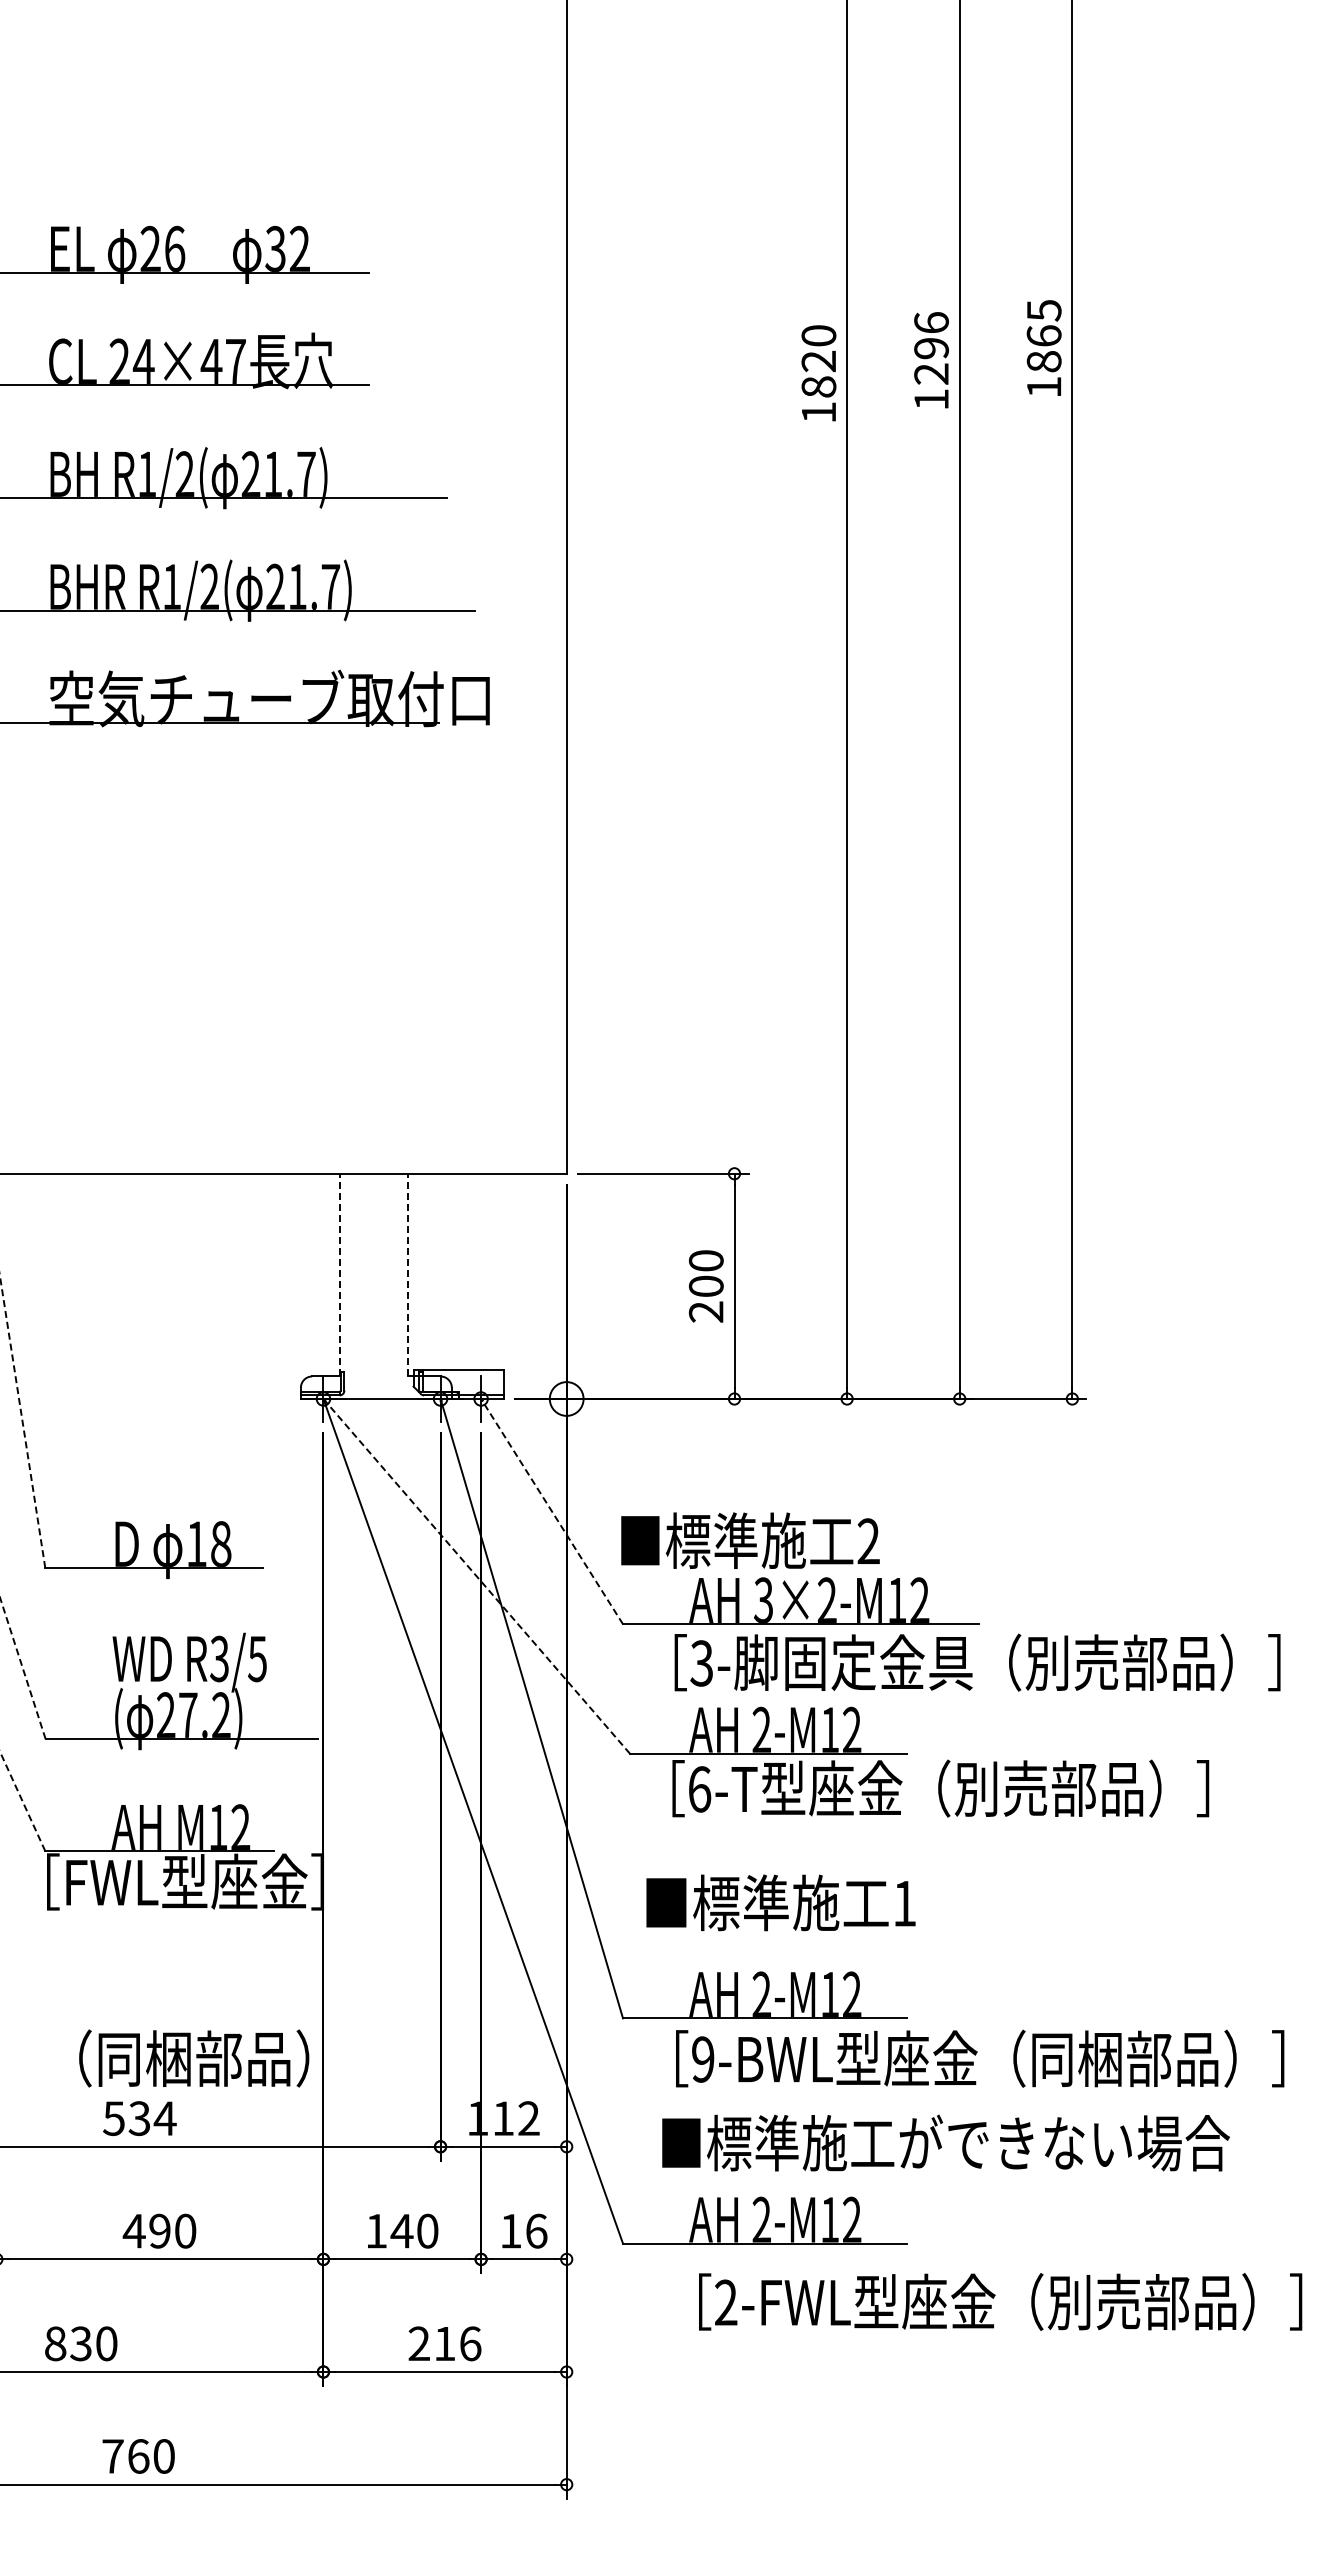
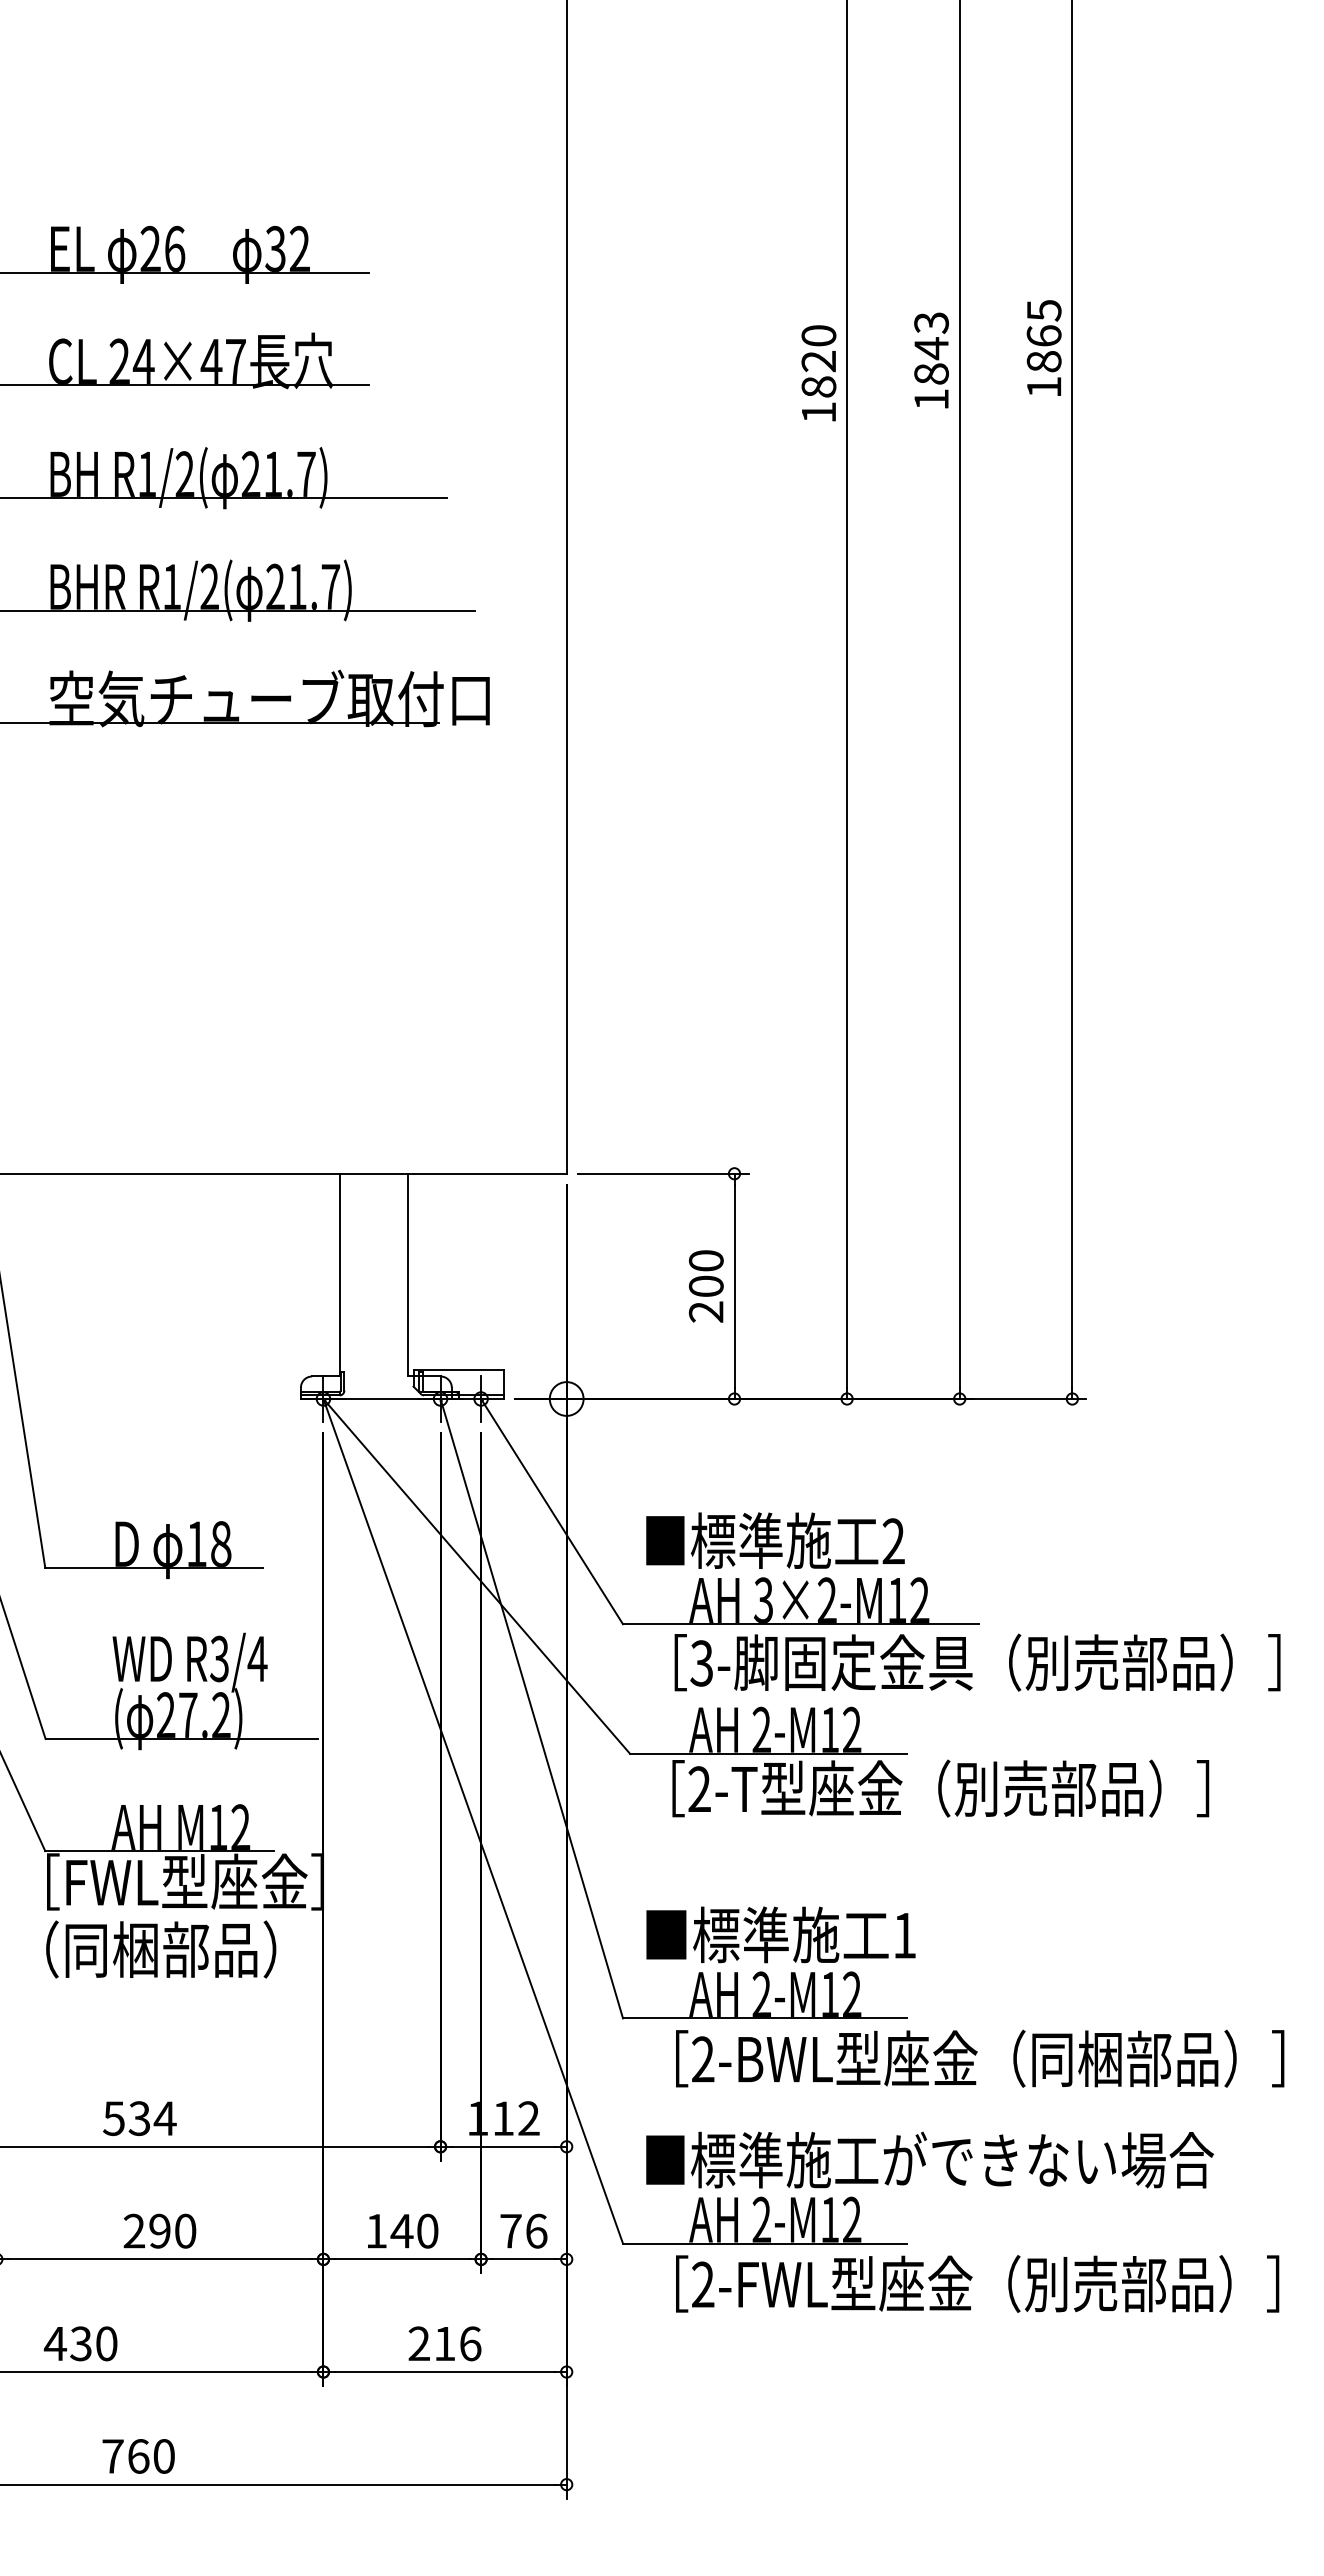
text at (931, 348): 1296 -> 1843
line at (339, 1274): dashed -> solid
line at (408, 1274): dashed -> solid
line at (22, 1421): dashed -> solid
line at (551, 1511): dashed -> solid
text at (750, 1540) position: (750, 1540) -> (775, 1540)
line at (476, 1576): dashed -> solid
text at (257, 1659): R3/5 -> R3/4
line at (22, 1668): dashed -> solid
text at (699, 1789): 6-T -> 2-T
line at (22, 1801): dashed -> solid
text at (780, 1902) position: (780, 1902) -> (780, 1934)
text at (194, 2058) position: (194, 2058) -> (161, 1949)
text at (703, 2059): 9-BWL -> 2-BWL
text at (945, 2142) position: (945, 2142) -> (929, 2159)
text at (133, 2230): 490 -> 290
text at (510, 2231): 16 -> 76
text at (1000, 2301) position: (1000, 2301) -> (977, 2283)
text at (55, 2343): 830 -> 430
